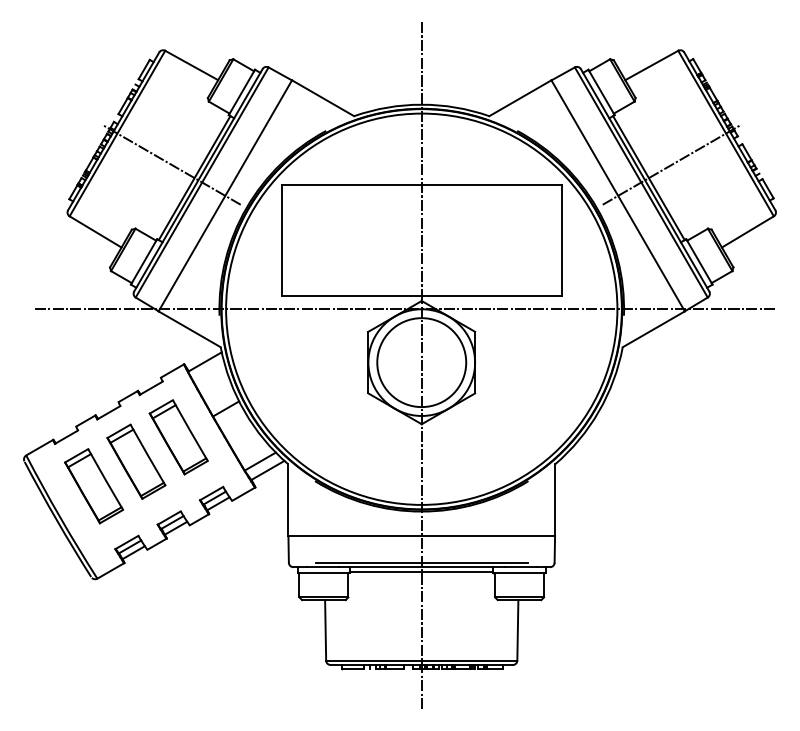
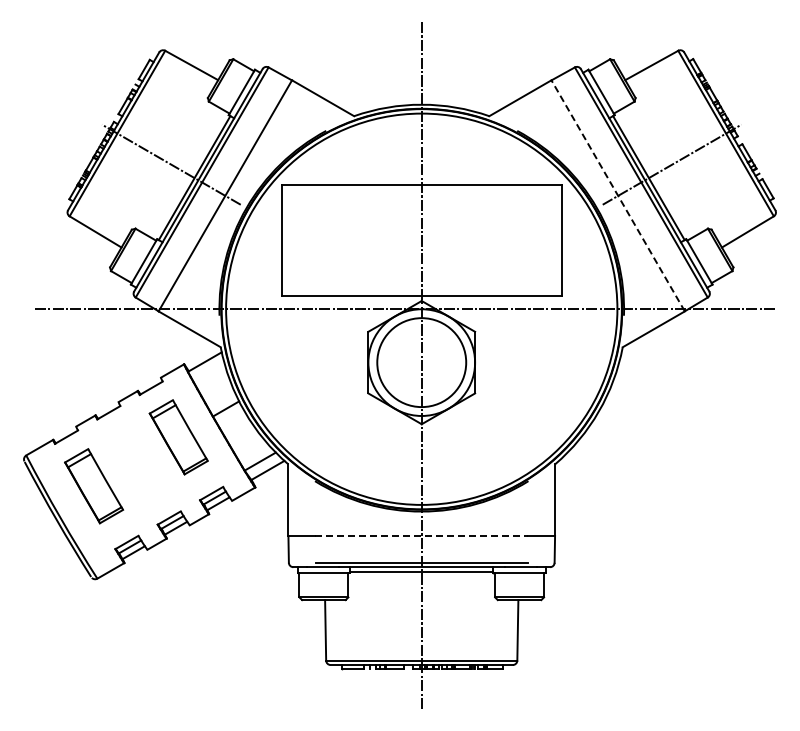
line at (617, 195): solid -> dashed
part at (136, 461): present -> none
line at (421, 536): solid -> dashed
